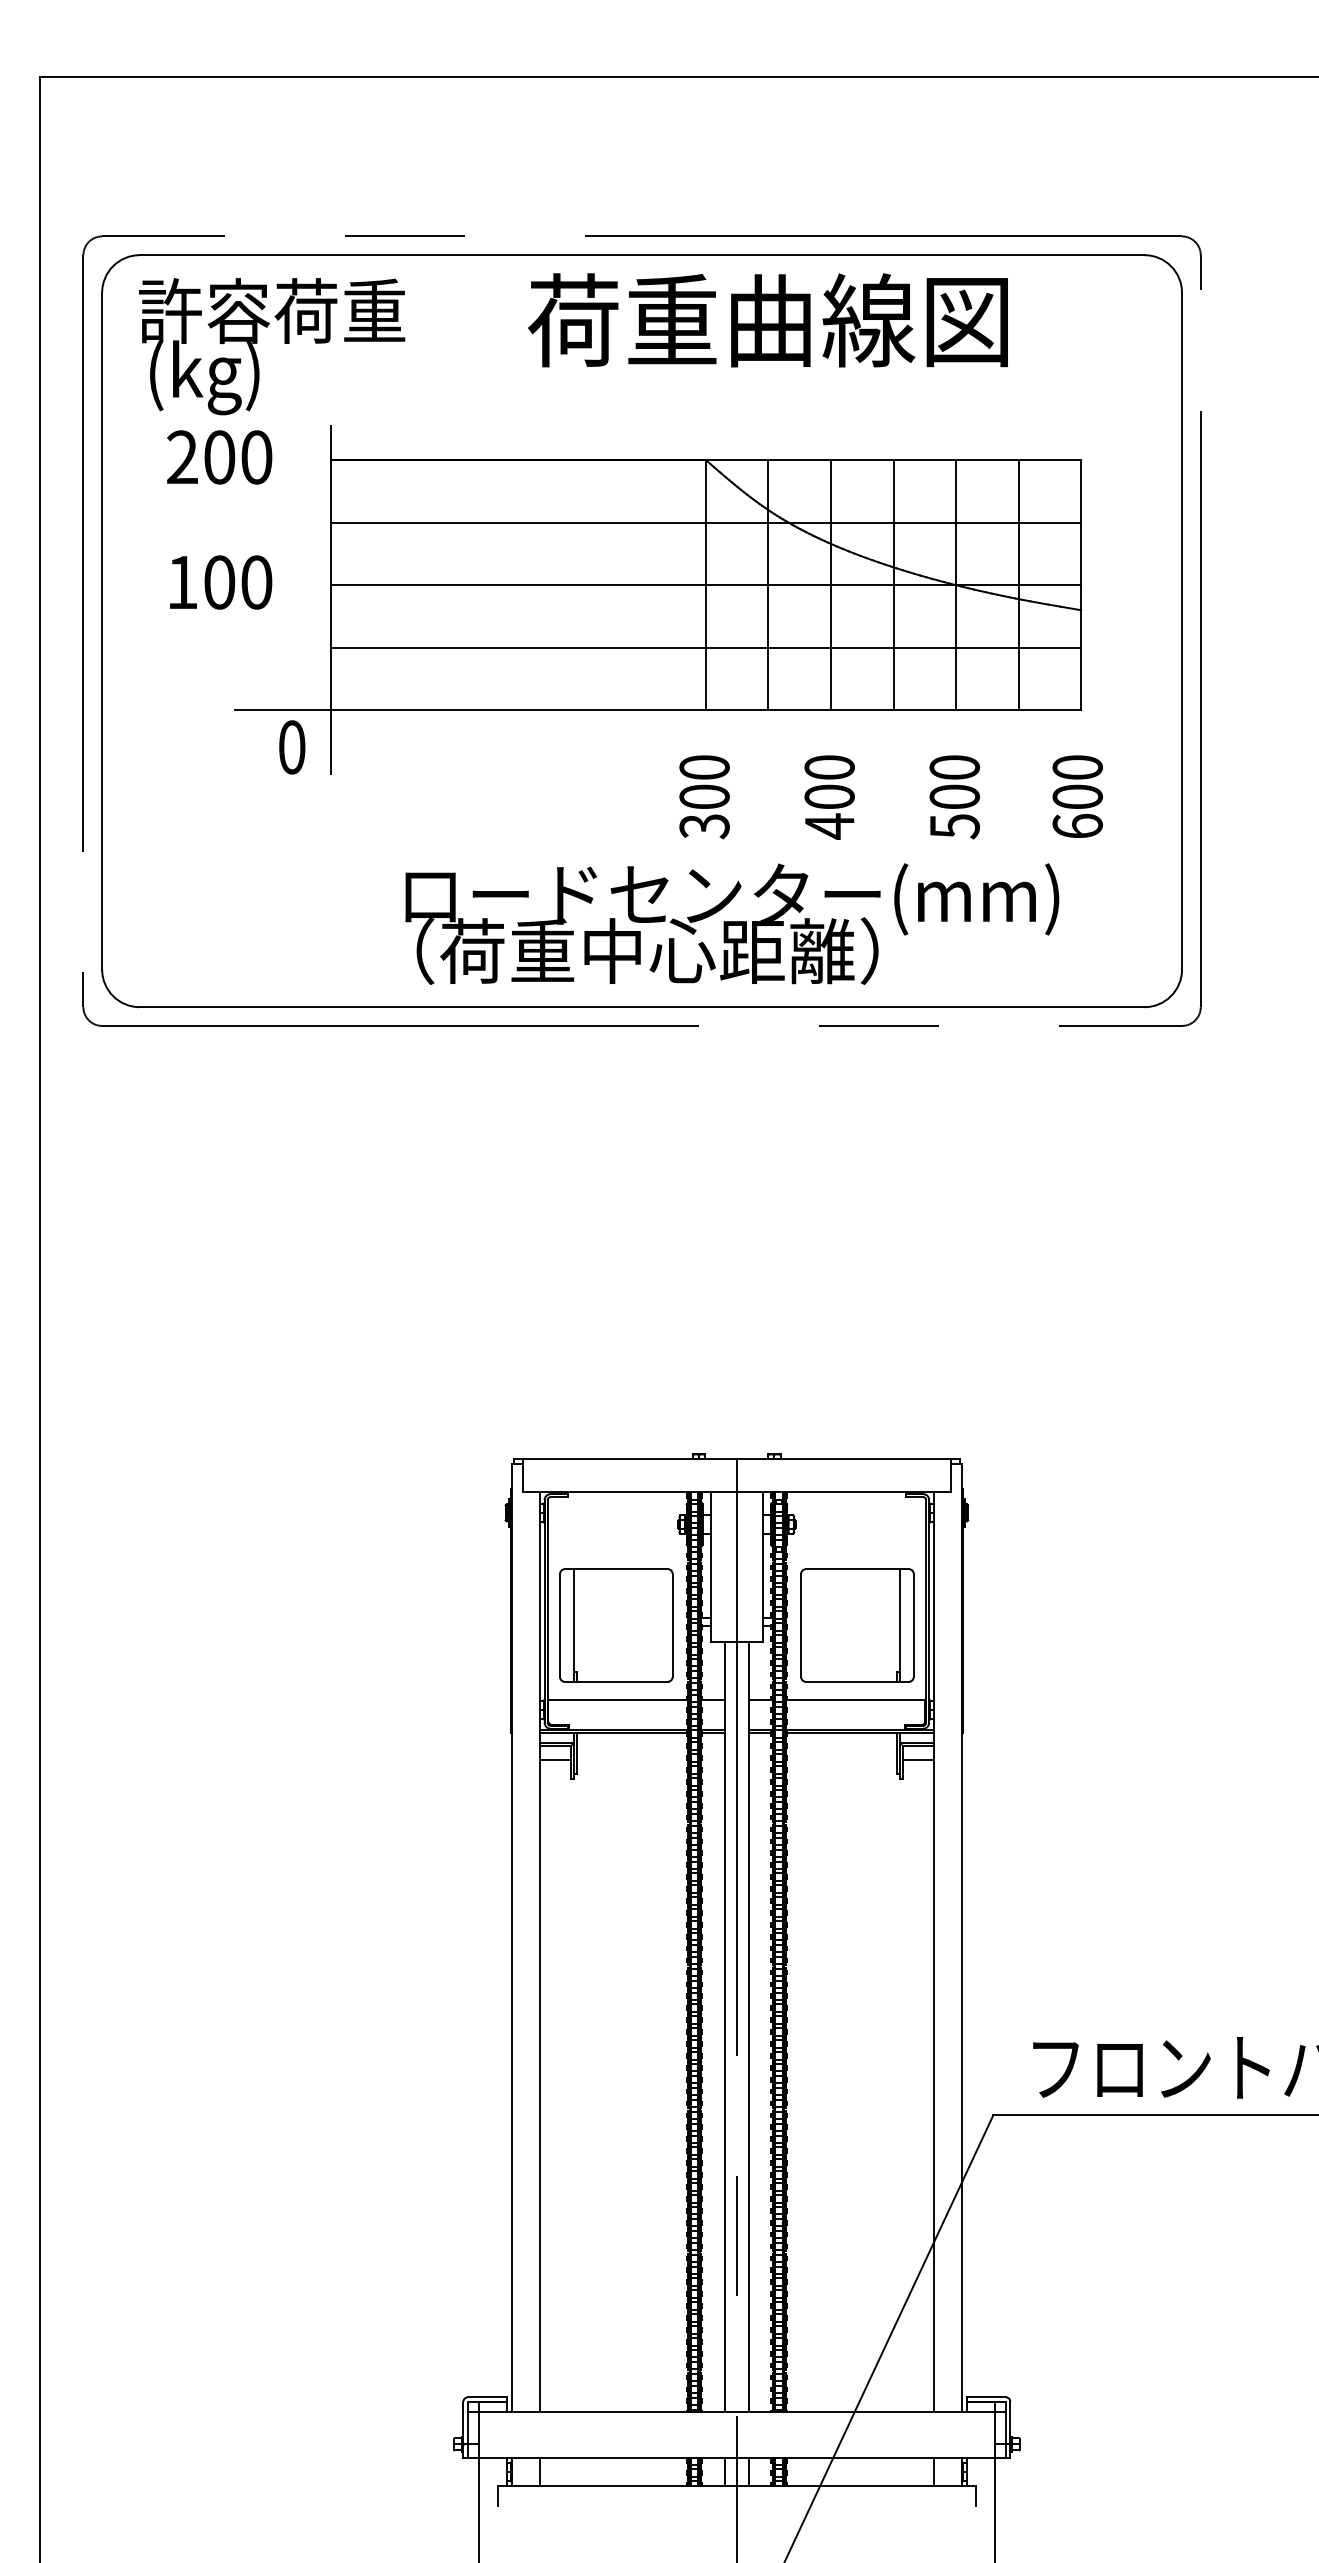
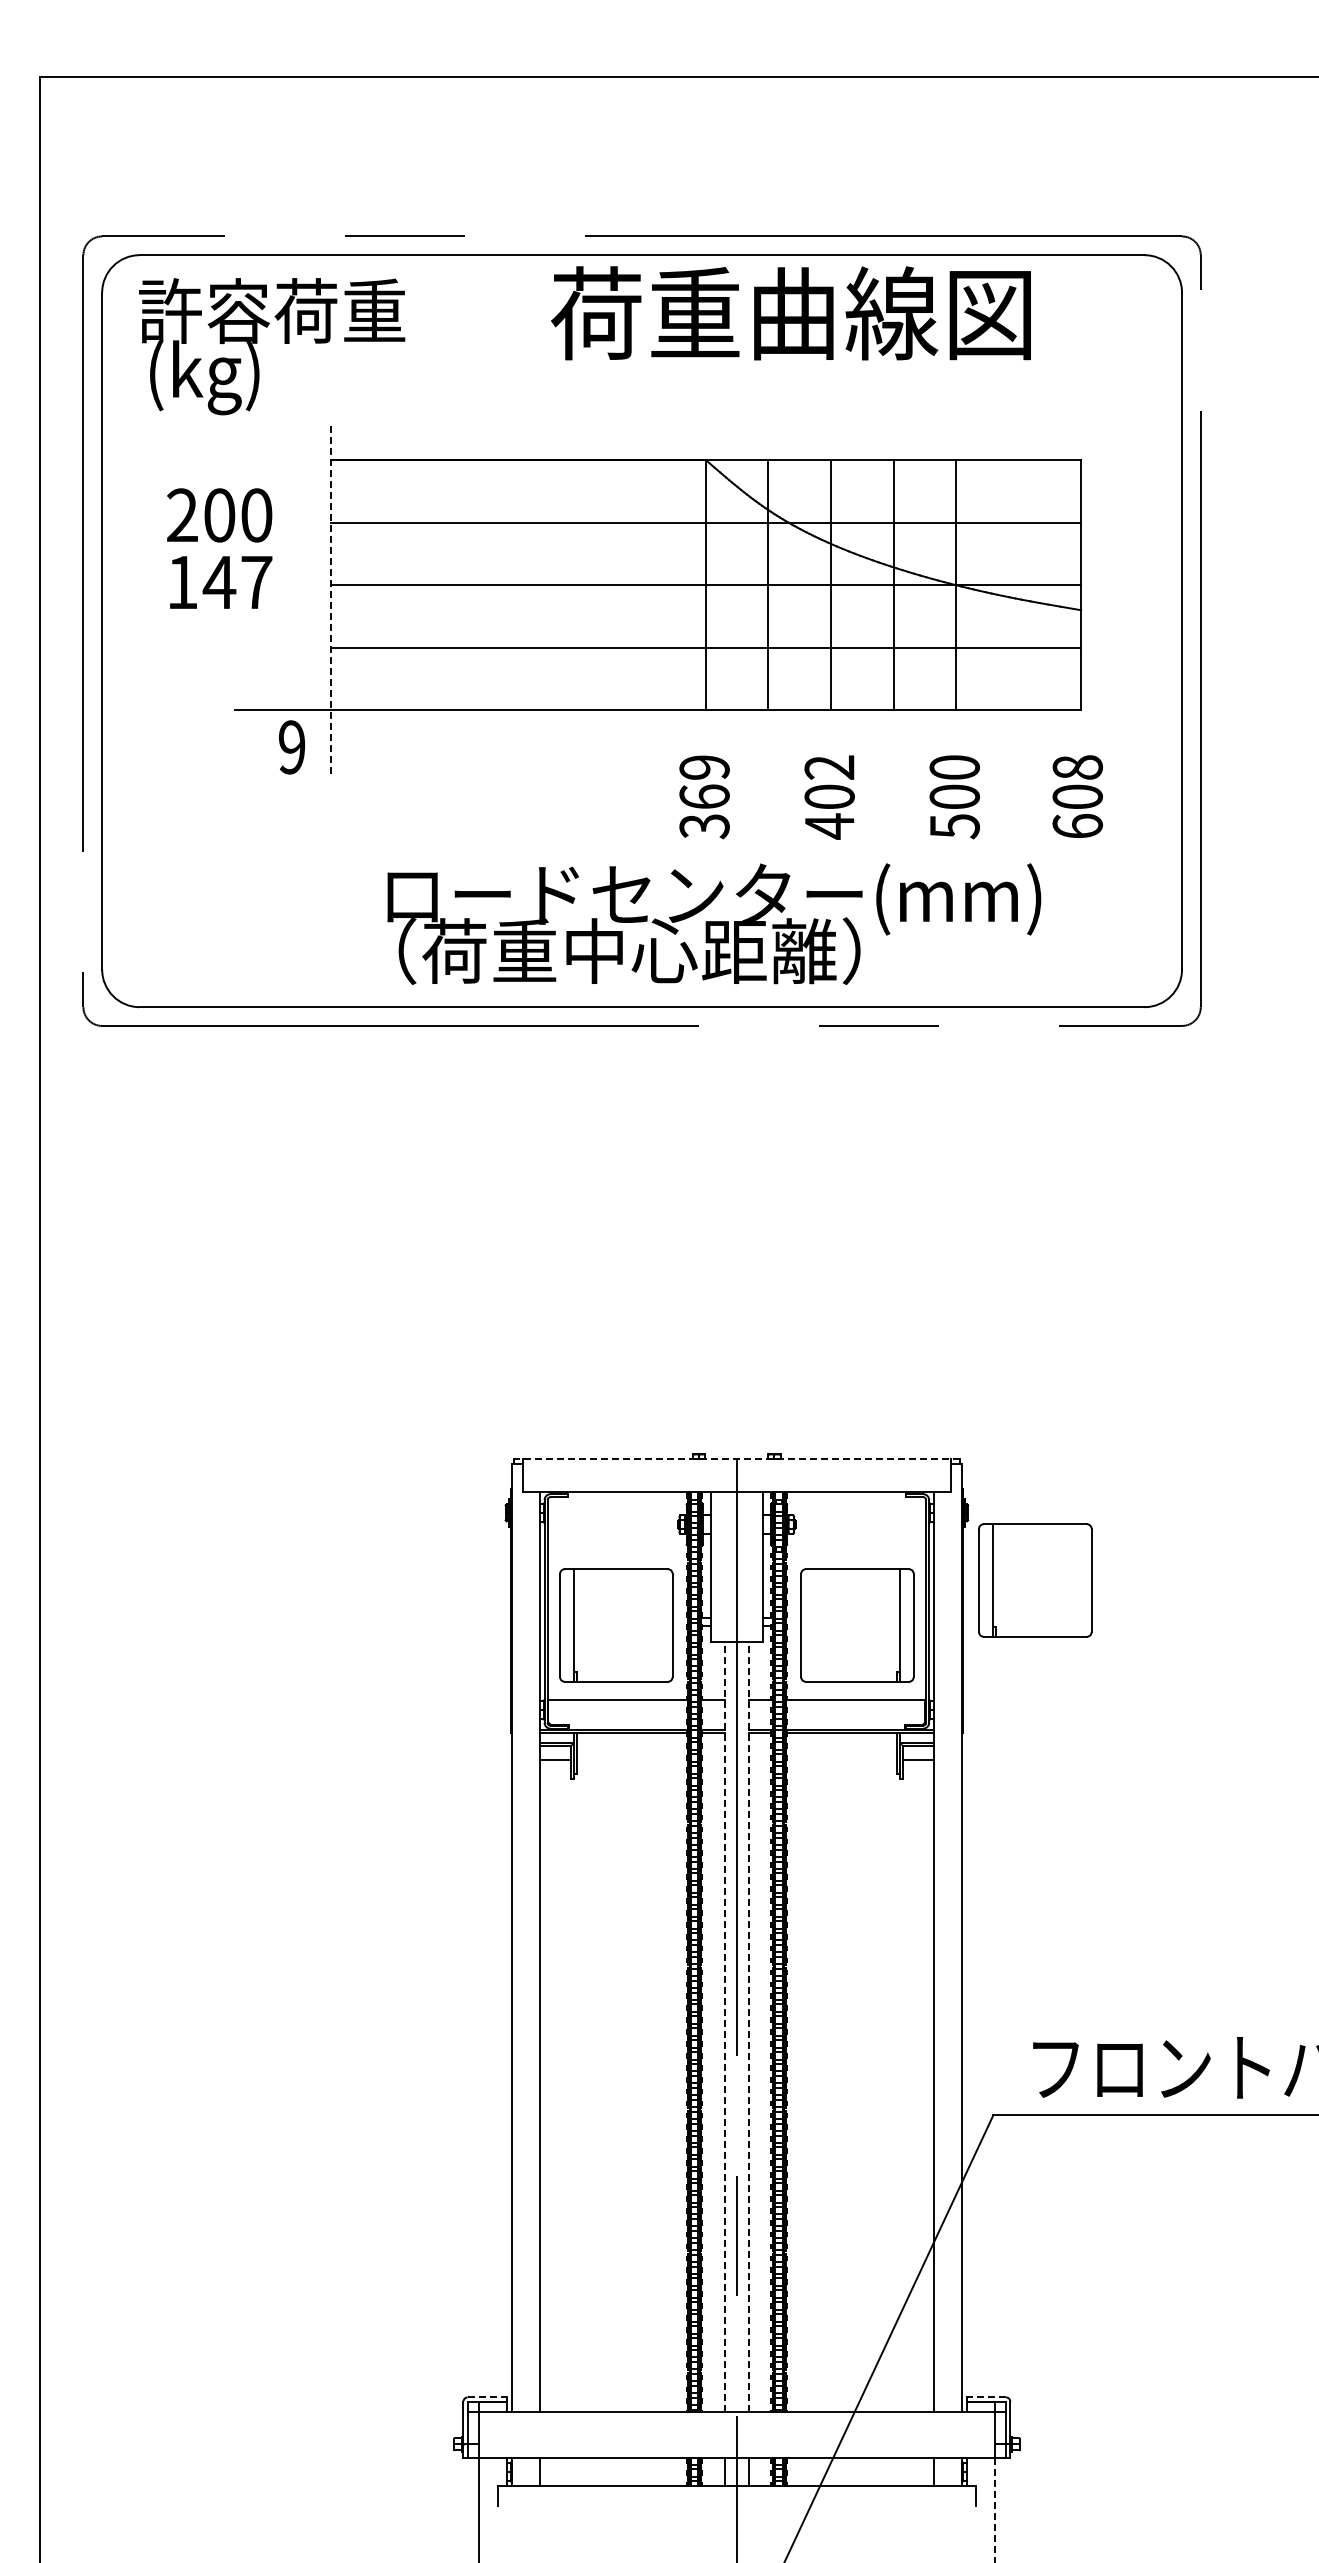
text at (767, 320) position: (767, 320) -> (790, 313)
text at (219, 457) position: (219, 457) -> (219, 515)
text at (237, 582): 100 -> 147
line at (1018, 585): present -> none
line at (330, 599): solid -> dashed
text at (292, 747): 0 -> 9
text at (829, 767): 400 -> 402
text at (1077, 767): 600 -> 608
text at (704, 781): 300 -> 369
text at (732, 923) position: (732, 923) -> (714, 923)
line at (736, 1459): solid -> dashed
part at (1035, 1580): none -> present
line at (725, 2026): solid -> dashed
line at (748, 2026): solid -> dashed
line at (487, 2397): solid -> dashed
line at (986, 2397): solid -> dashed
line at (994, 2510): solid -> dashed
